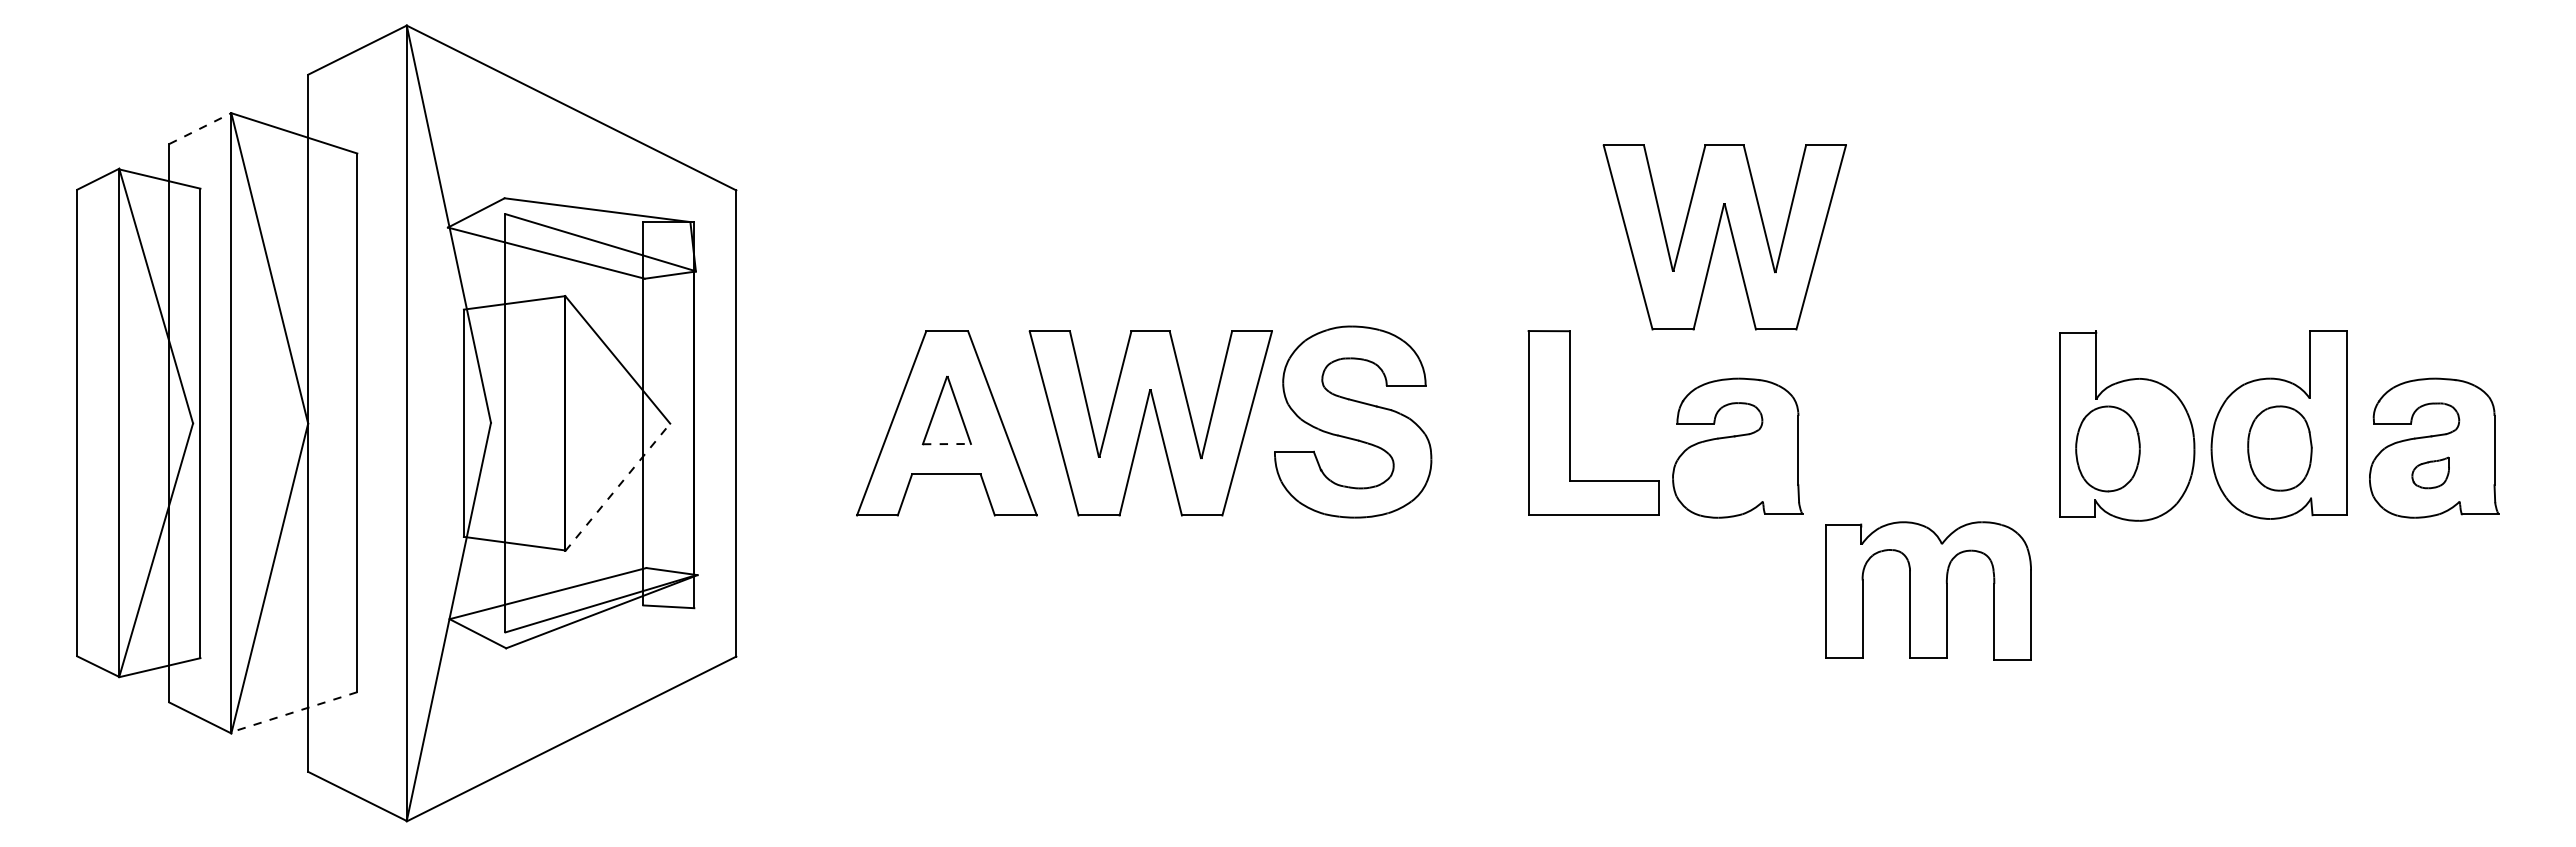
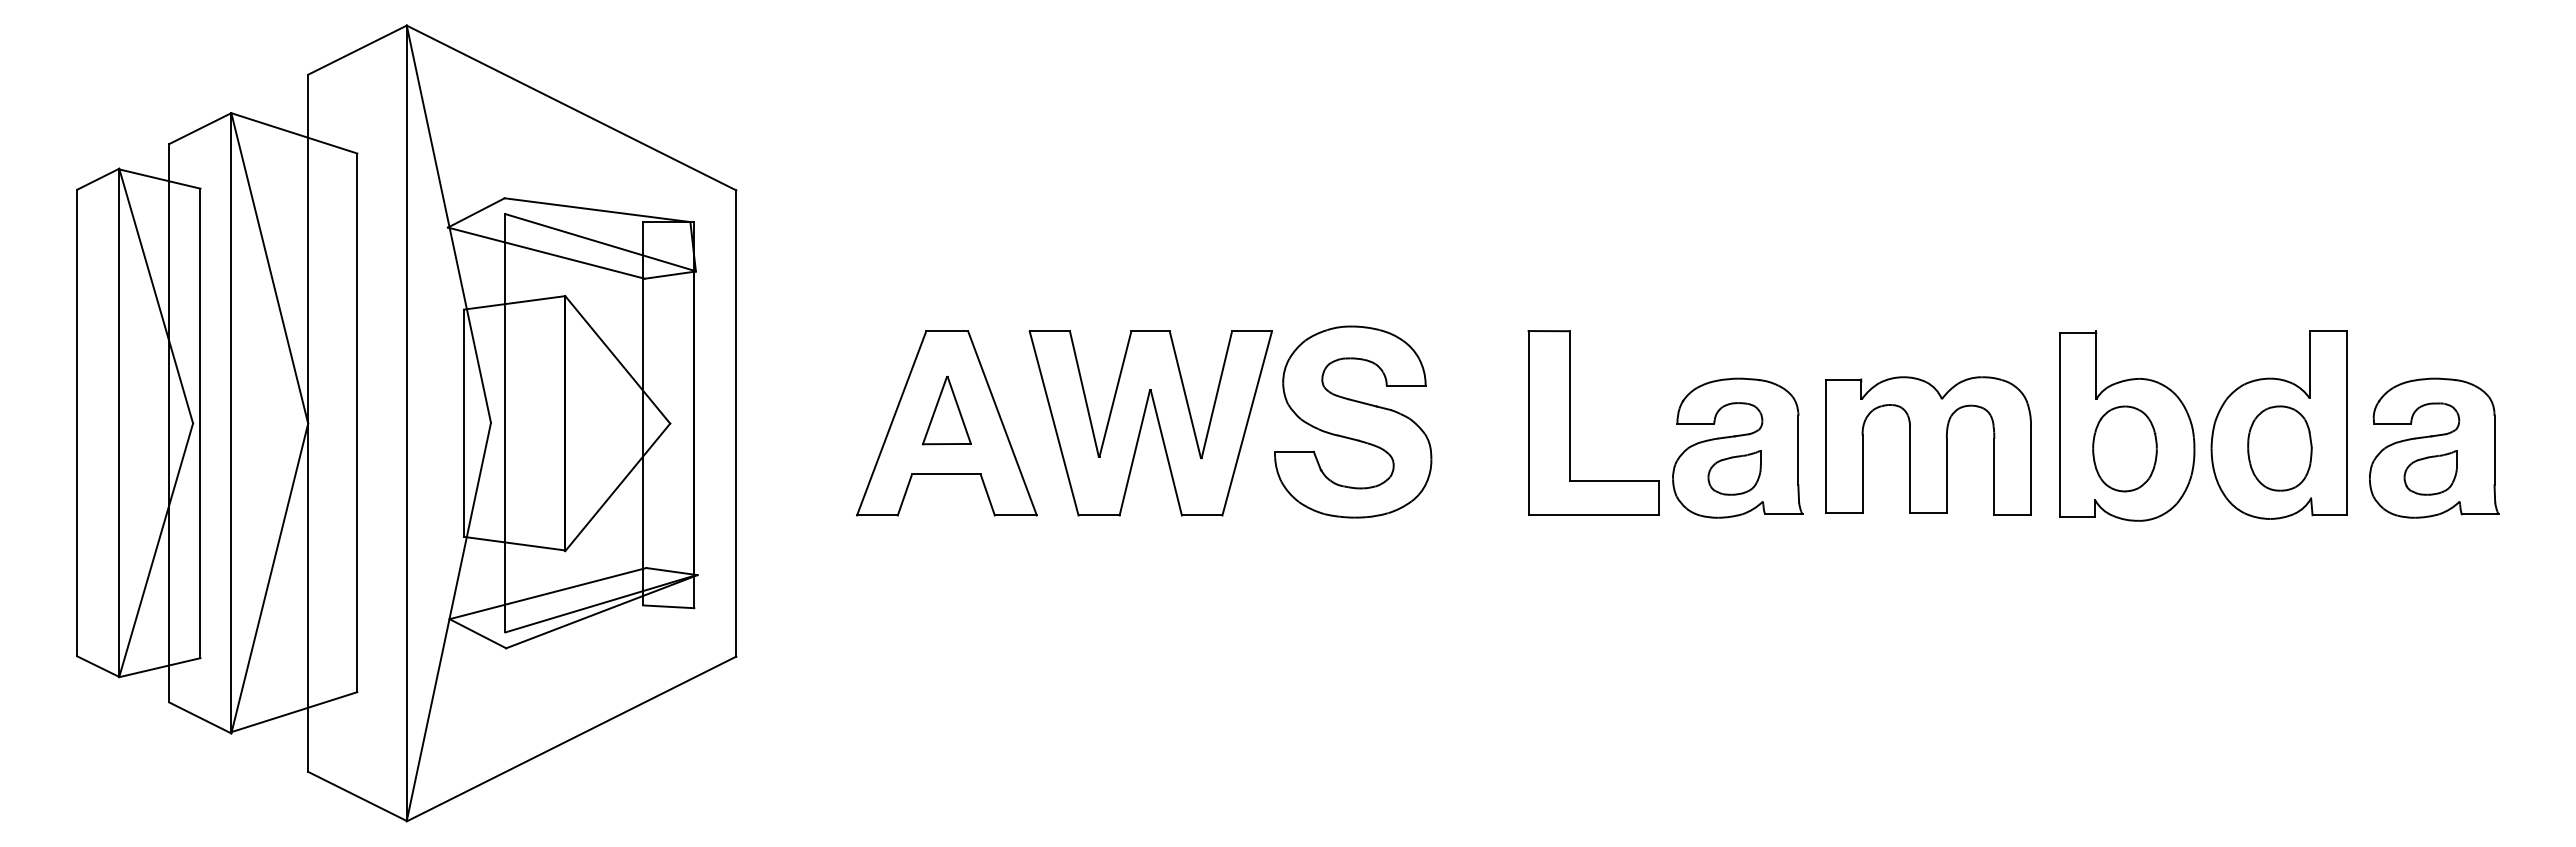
line at (200, 128): dashed -> solid
part at (1717, 236): present -> none
line at (947, 444): dashed -> solid
part at (2107, 448) position: (2107, 448) -> (2124, 448)
part at (1734, 472): none -> present
part at (2430, 472) size: 39x34 px -> 55x46 px
line at (617, 487): dashed -> solid
part at (1928, 590) position: (1928, 590) -> (1928, 445)
line at (293, 712): dashed -> solid
